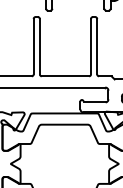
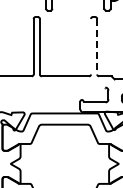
line at (91, 46): present -> none
line at (97, 46): solid -> dashed
line at (53, 87): present -> none
